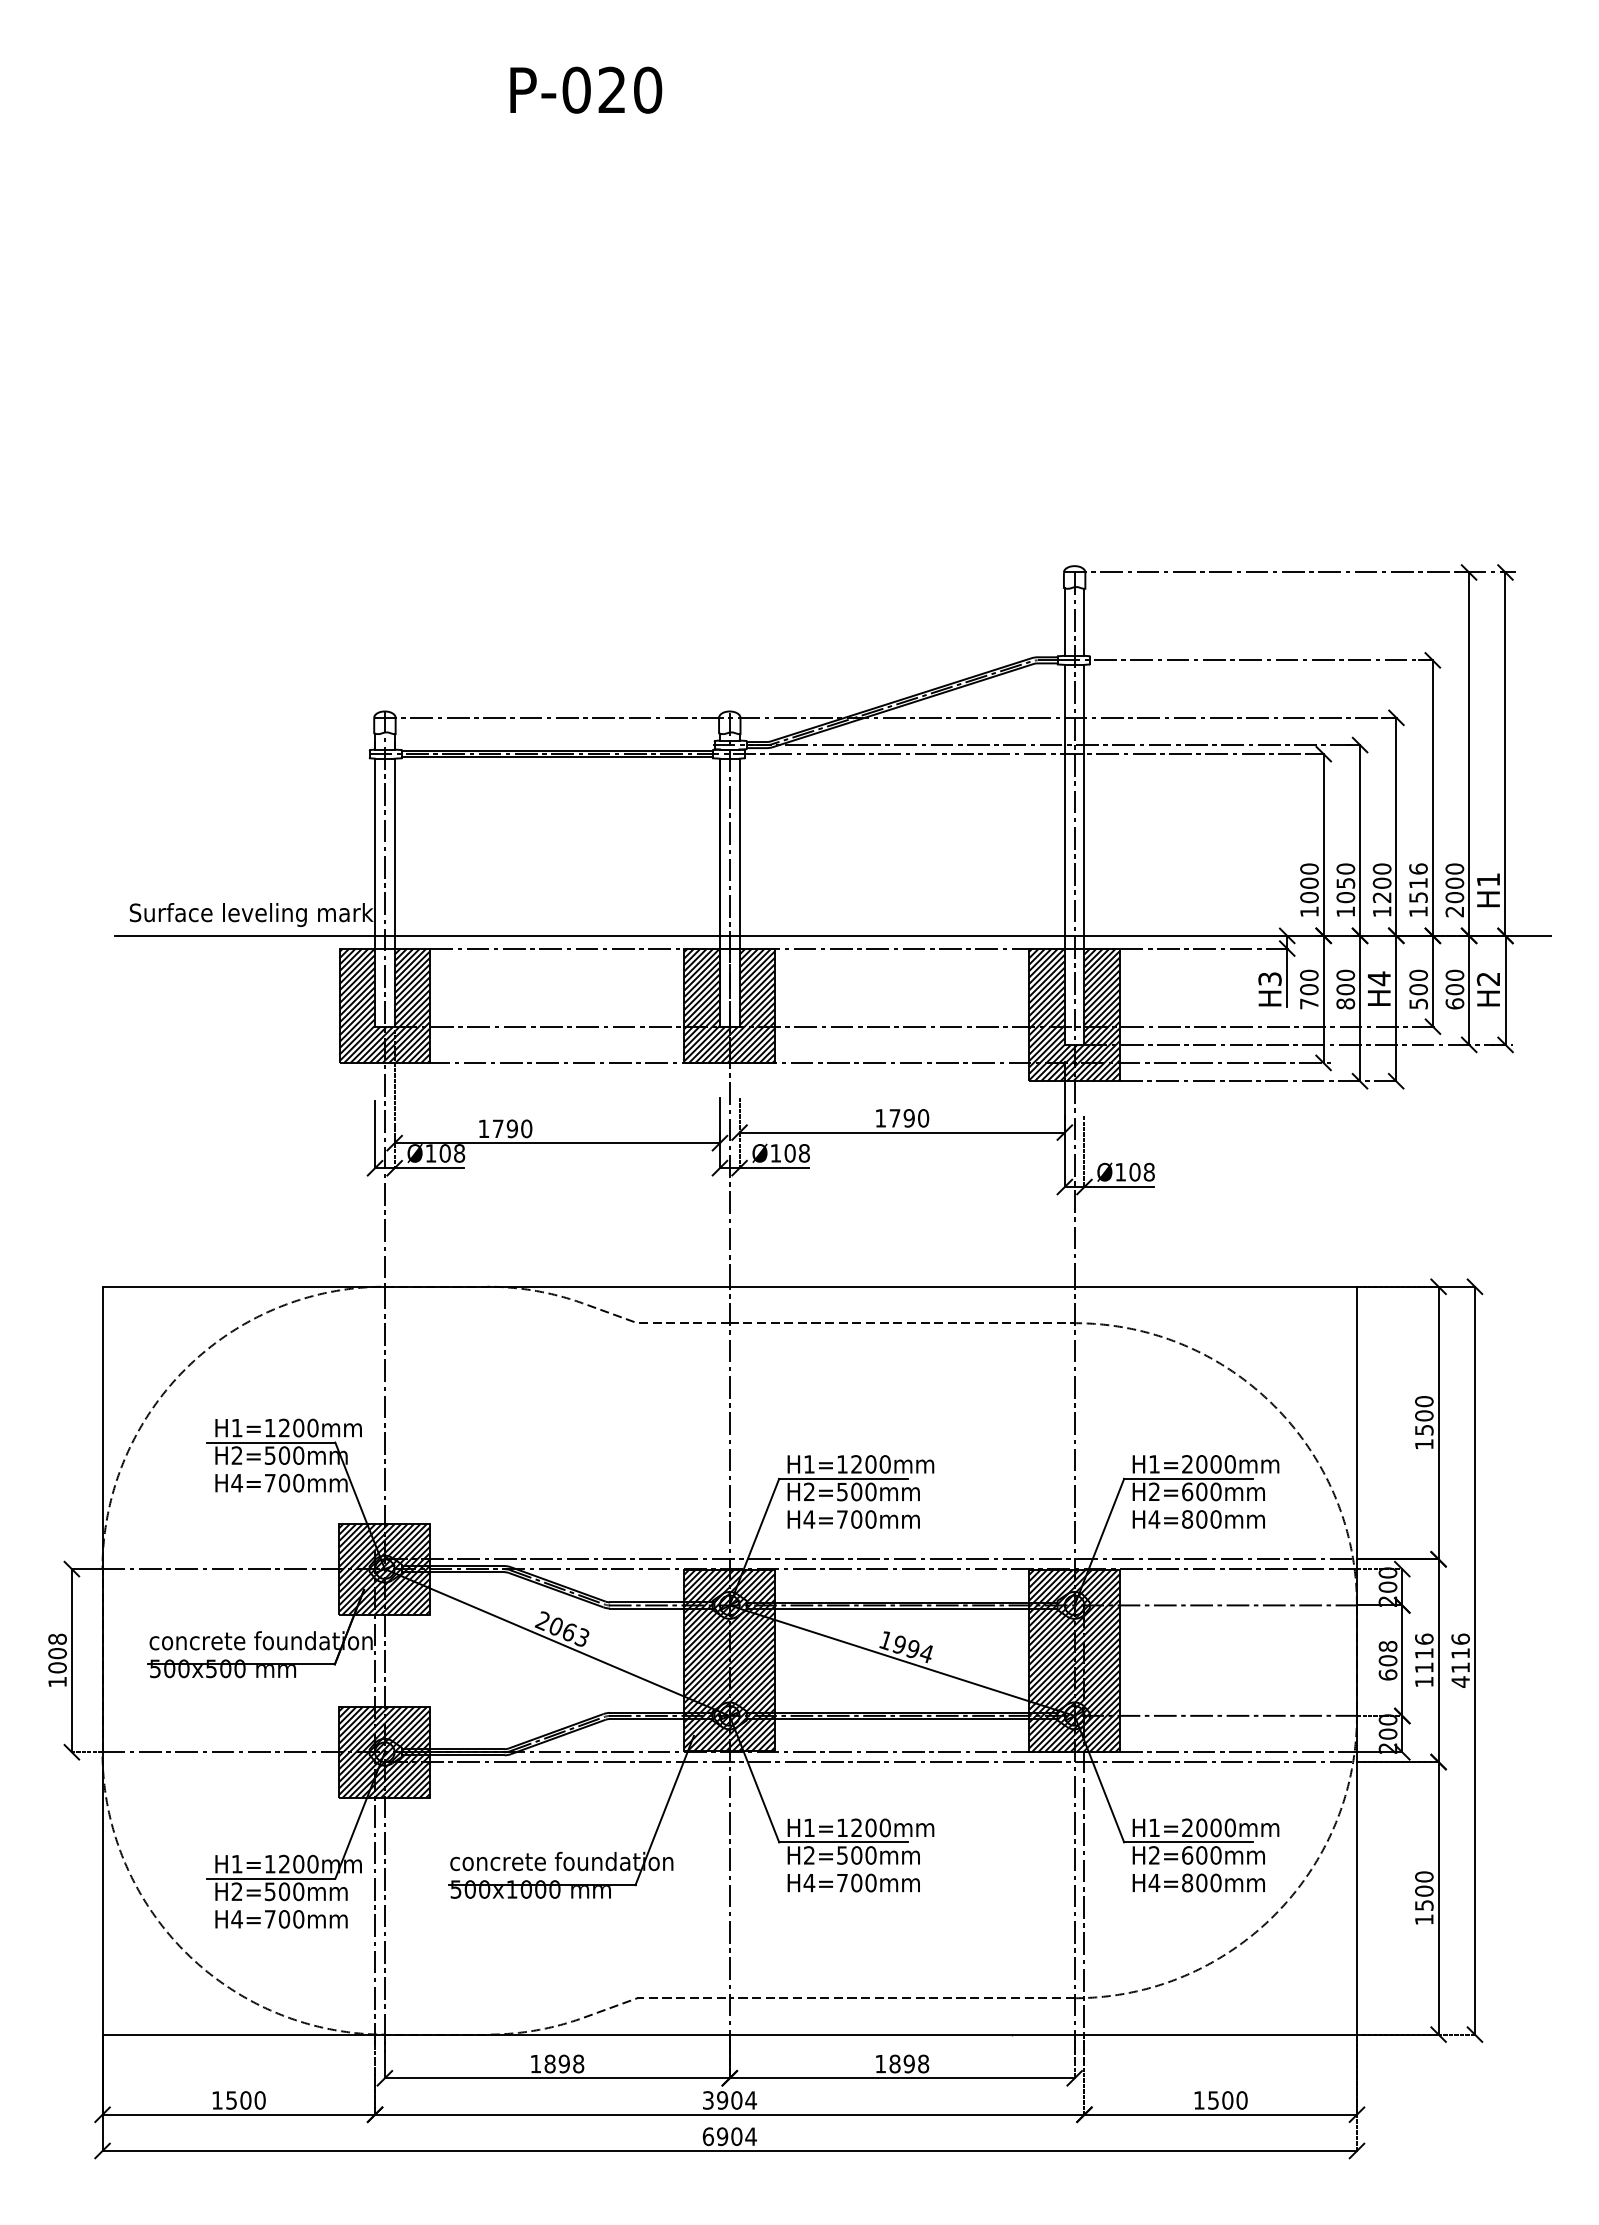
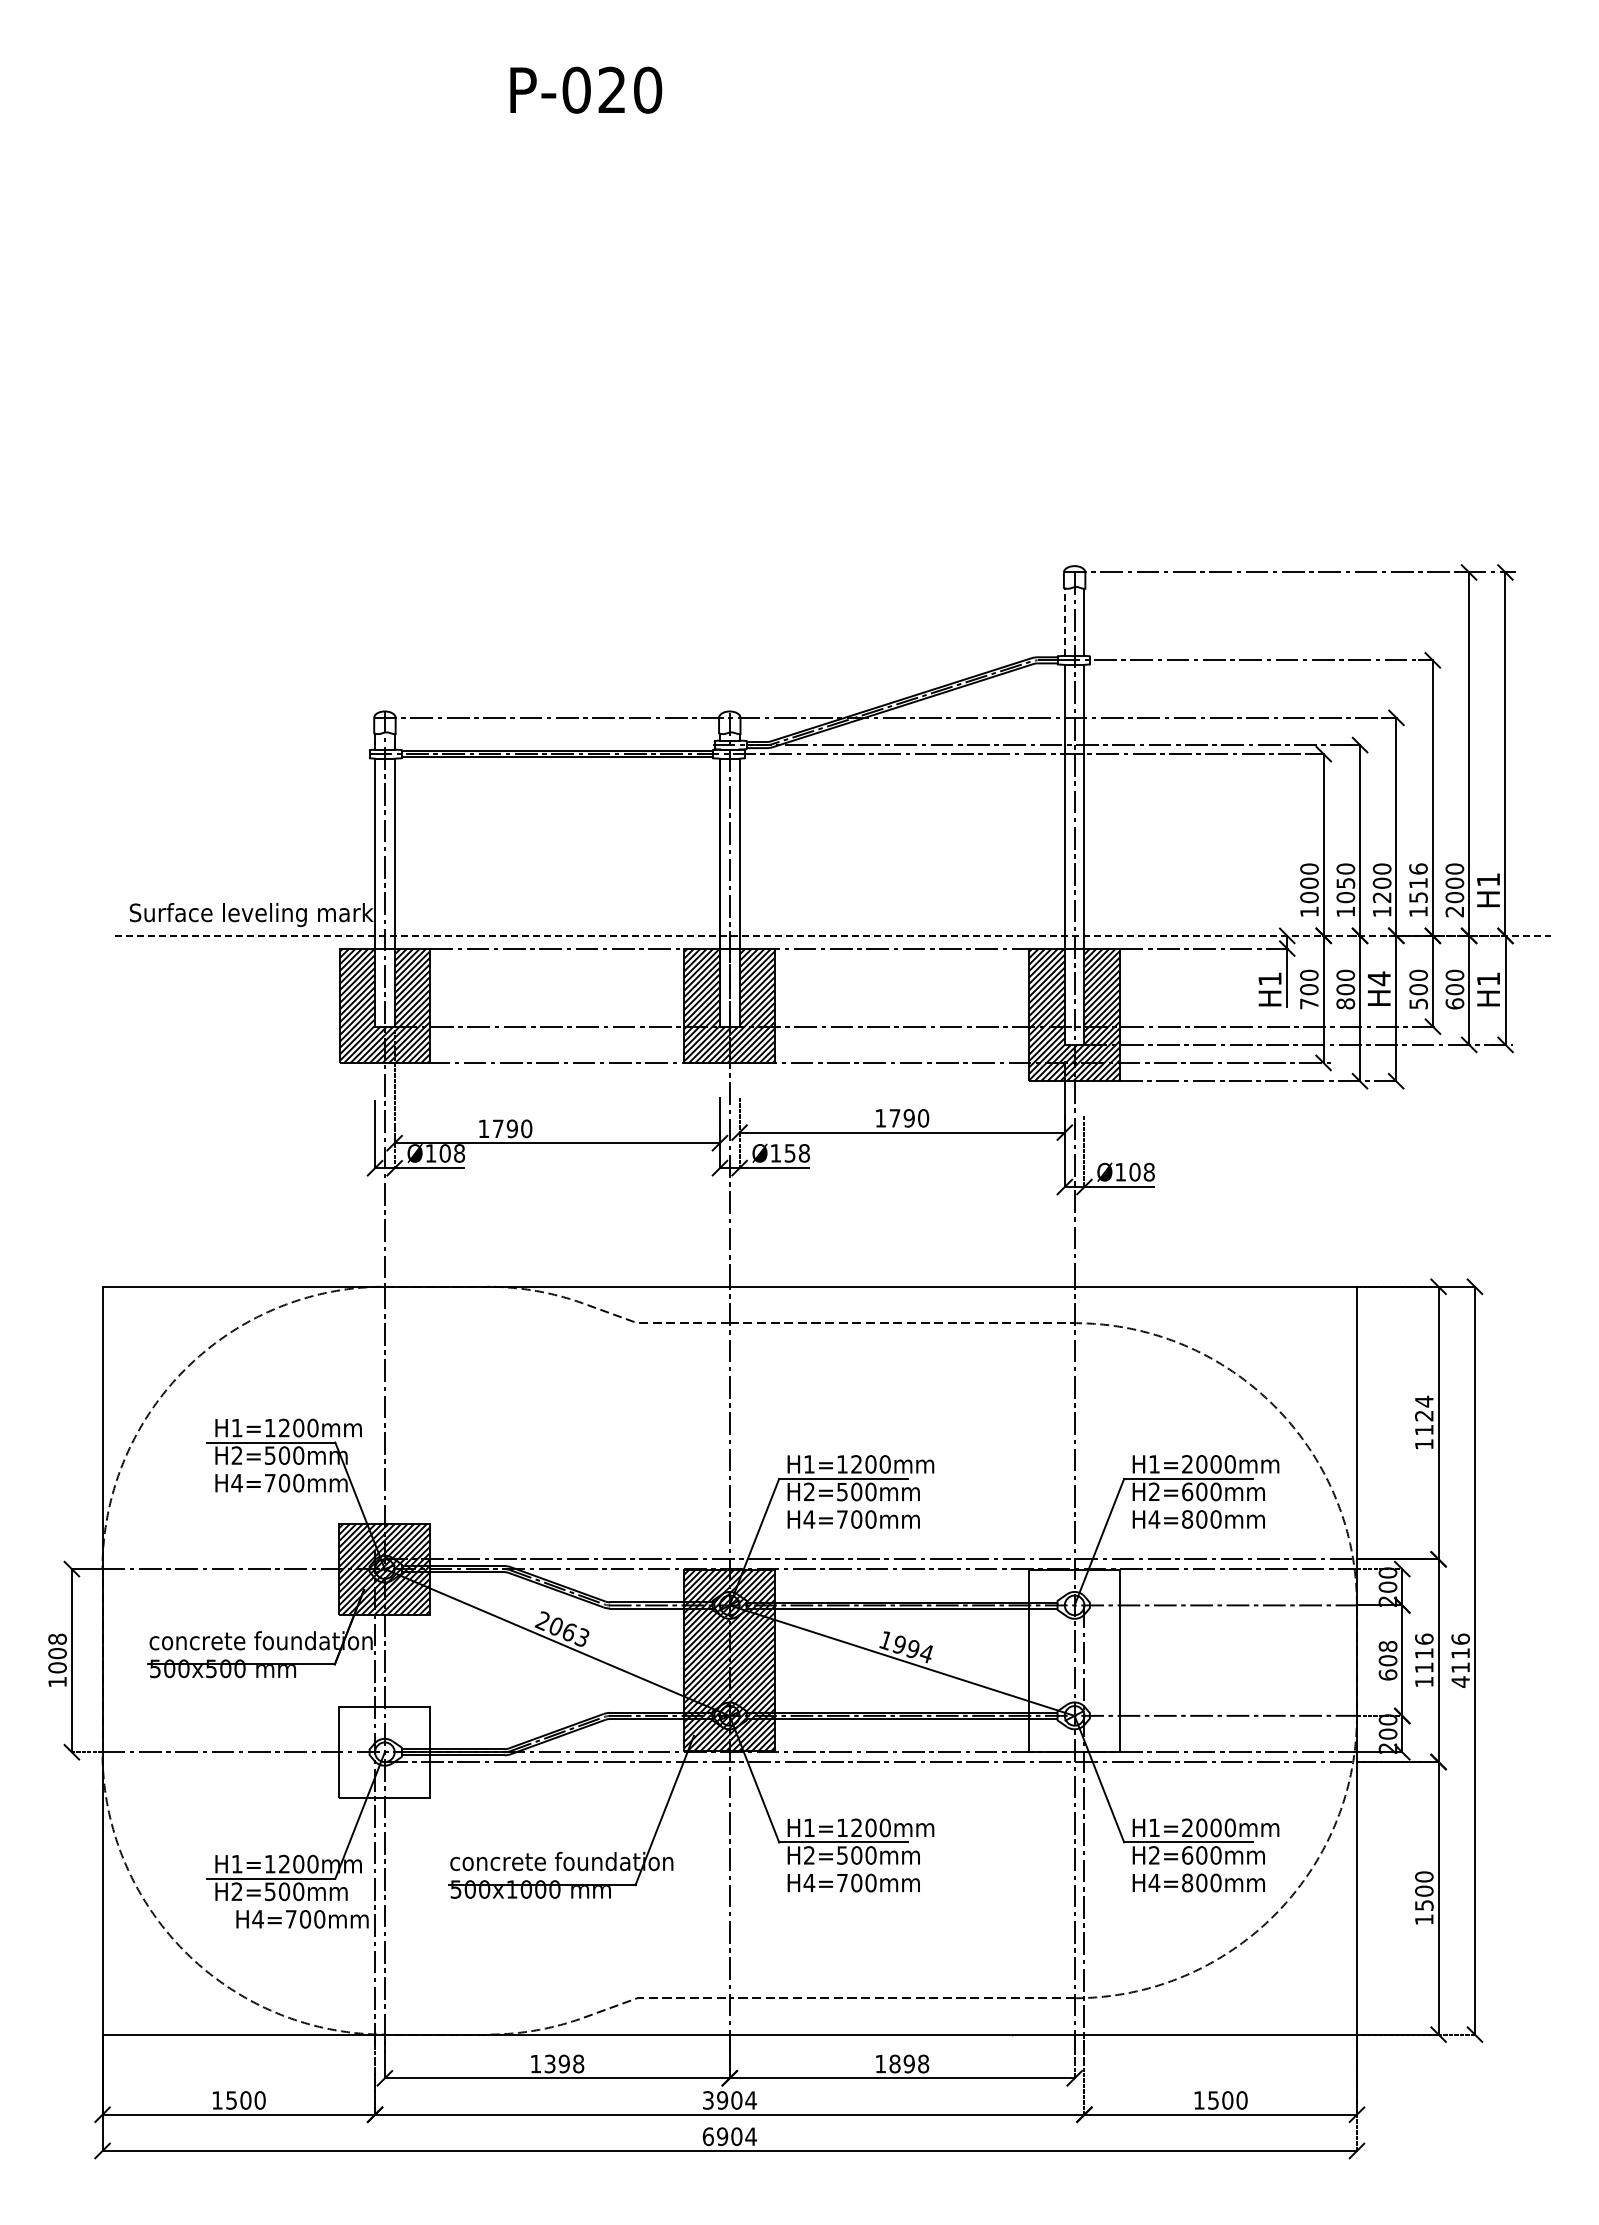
line at (1064, 622): solid -> dashed
line at (833, 935): solid -> dashed
text at (1269, 978): H3 -> H1
text at (1487, 978): H2 -> H1
text at (789, 1153): Ø108 -> Ø158
text at (1424, 1415): 1500 -> 1124
hatch at (1074, 1660): present -> none
hatch at (384, 1751): present -> none
text at (281, 1919) position: (281, 1919) -> (302, 1919)
text at (549, 2063): 1898 -> 1398
